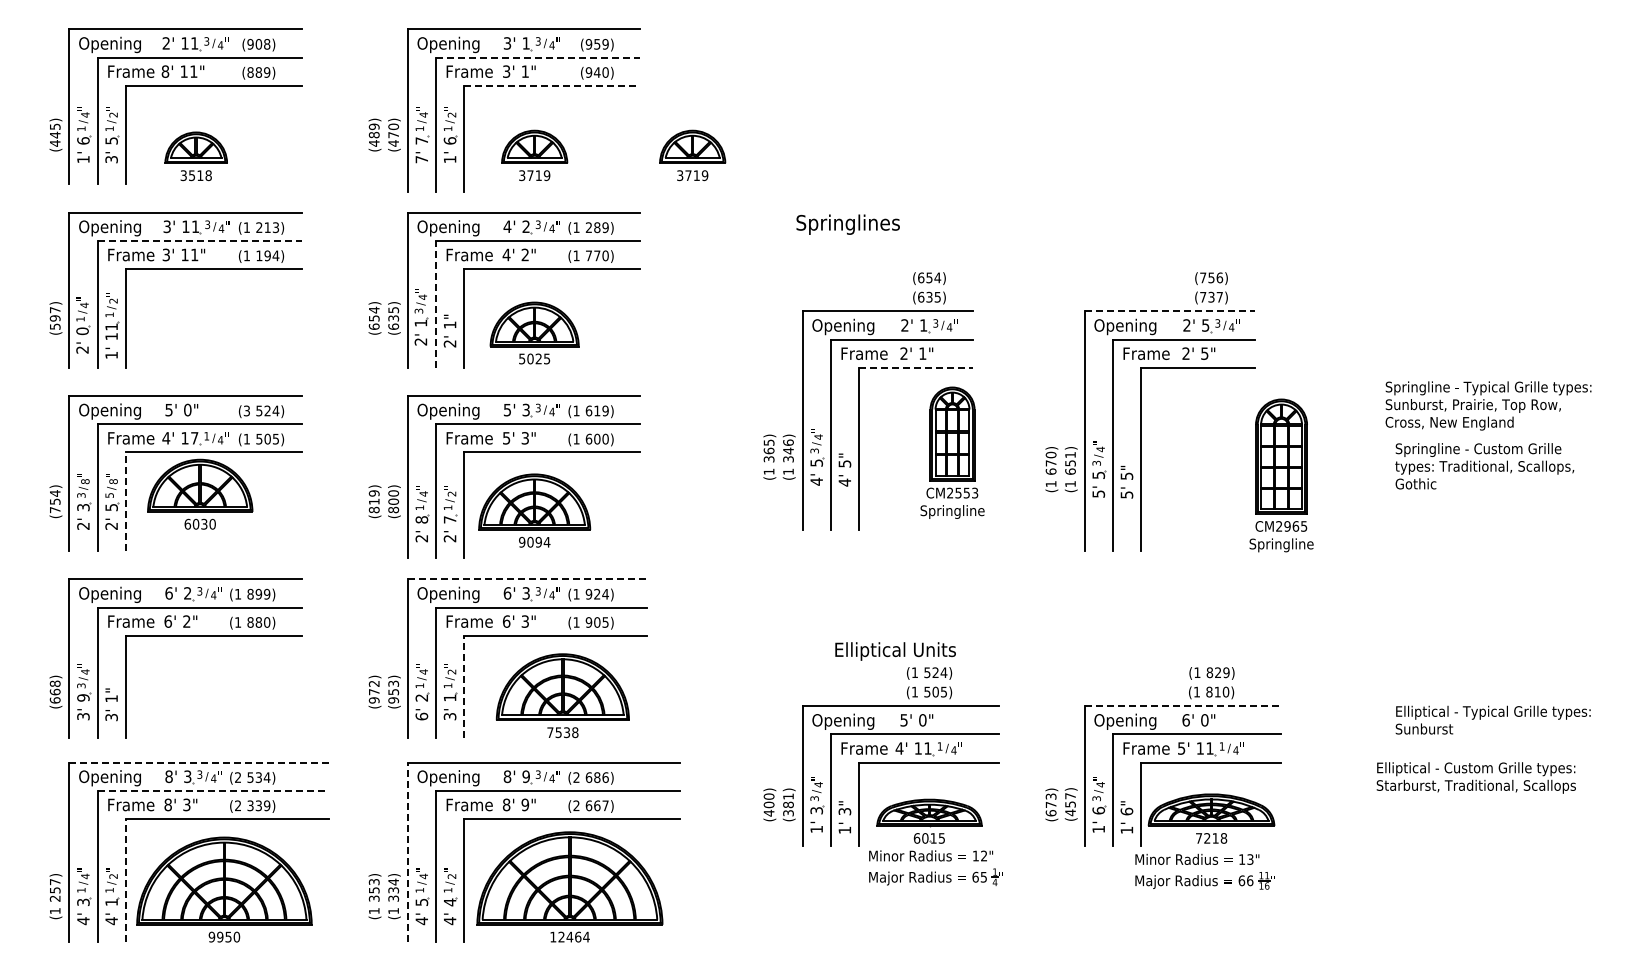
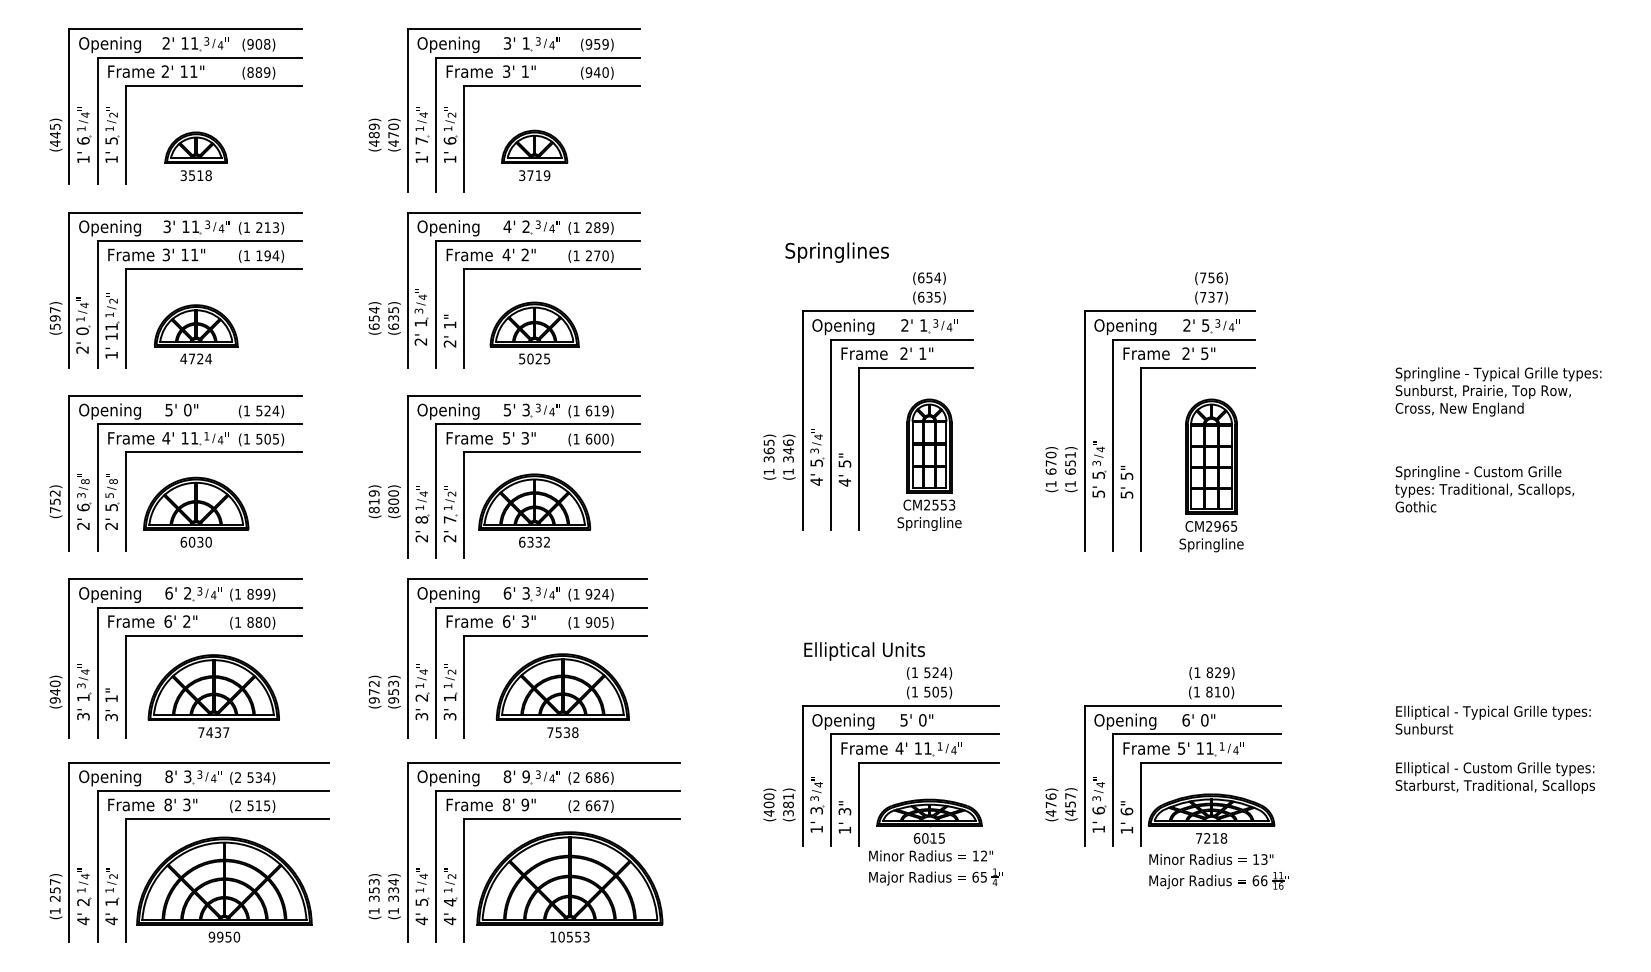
line at (538, 57): dashed -> solid
text at (165, 71): 8' -> 2'
line at (552, 85): dashed -> solid
part at (692, 155): present -> none
text at (111, 159): 3' -> 1'
text at (421, 159): 7' -> 1'
text at (847, 224) position: (847, 224) -> (836, 252)
line at (200, 240): dashed -> solid
text at (588, 255): 770) -> 270)
line at (435, 303): dashed -> solid
line at (1170, 311): dashed -> solid
part at (196, 334): none -> present
line at (915, 367): dashed -> solid
text at (1488, 405) position: (1488, 405) -> (1498, 391)
text at (246, 410): (3 -> (1
text at (194, 438): 17 -> 11
part at (952, 452) position: (952, 452) -> (929, 464)
text at (1484, 466) position: (1484, 466) -> (1484, 489)
part at (1281, 475) position: (1281, 475) -> (1211, 475)
text at (54, 493): (754) -> (752)
part at (200, 493) position: (200, 493) -> (196, 511)
line at (125, 501): dashed -> solid
text at (83, 507): 3 -> 6
text at (534, 541): 9094 -> 6332
line at (527, 579): dashed -> solid
text at (895, 651) position: (895, 651) -> (864, 651)
line at (464, 686): dashed -> solid
text at (54, 691): (668) -> (940)
part at (213, 696): none -> present
text at (83, 697): 9 -> 1
line at (1183, 706): dashed -> solid
text at (421, 716): 6' -> 3'
line at (199, 762): dashed -> solid
text at (1475, 777) position: (1475, 777) -> (1494, 777)
line at (213, 790): dashed -> solid
text at (1050, 804): (673) -> (476)
text at (258, 805): 339) -> 515)
line at (407, 852): dashed -> solid
part at (1204, 871) position: (1204, 871) -> (1218, 871)
line at (125, 880): dashed -> solid
text at (83, 901): 3 -> 2
text at (573, 936): 12464 -> 10553
